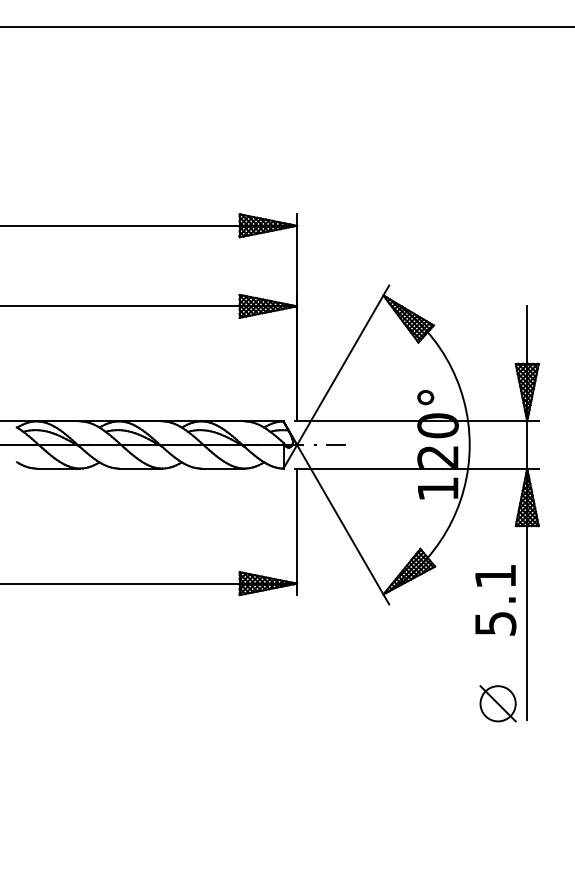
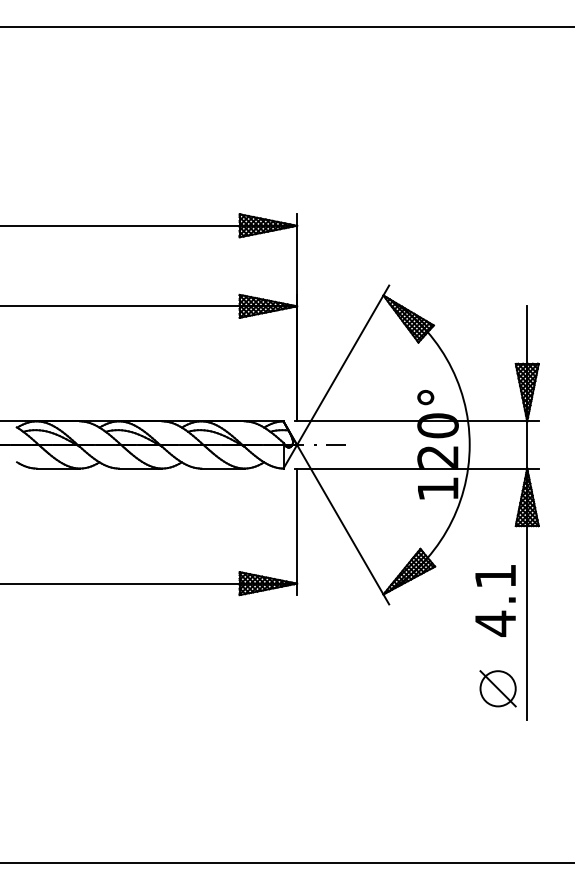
text at (495, 623): 5.1 -> 4.1
part at (497, 703) position: (497, 703) -> (497, 688)
line at (286, 863): none -> present
